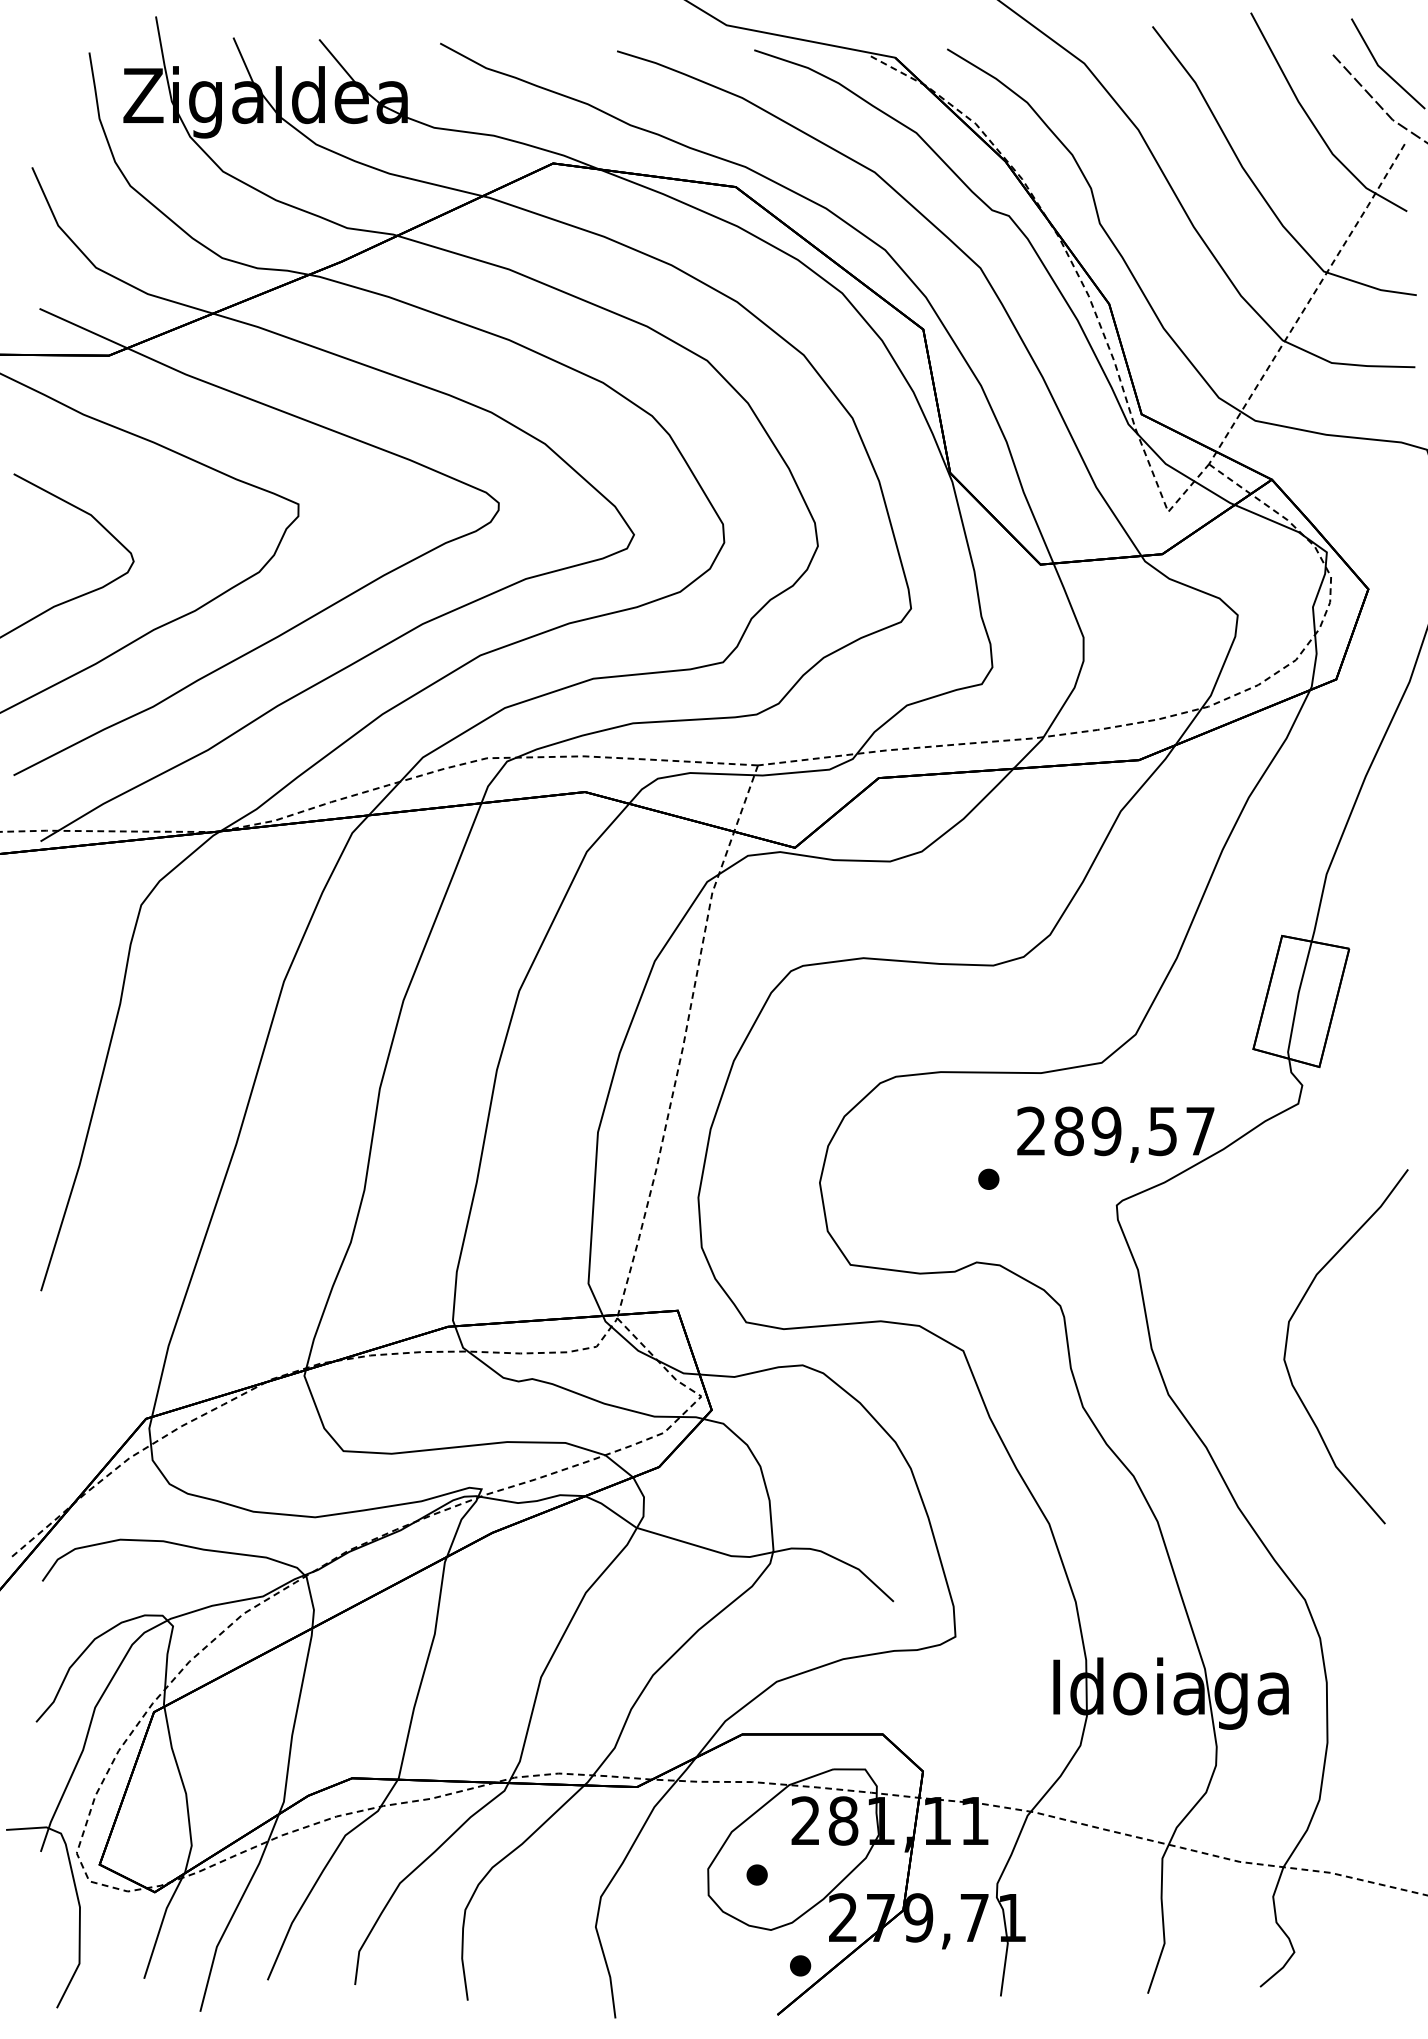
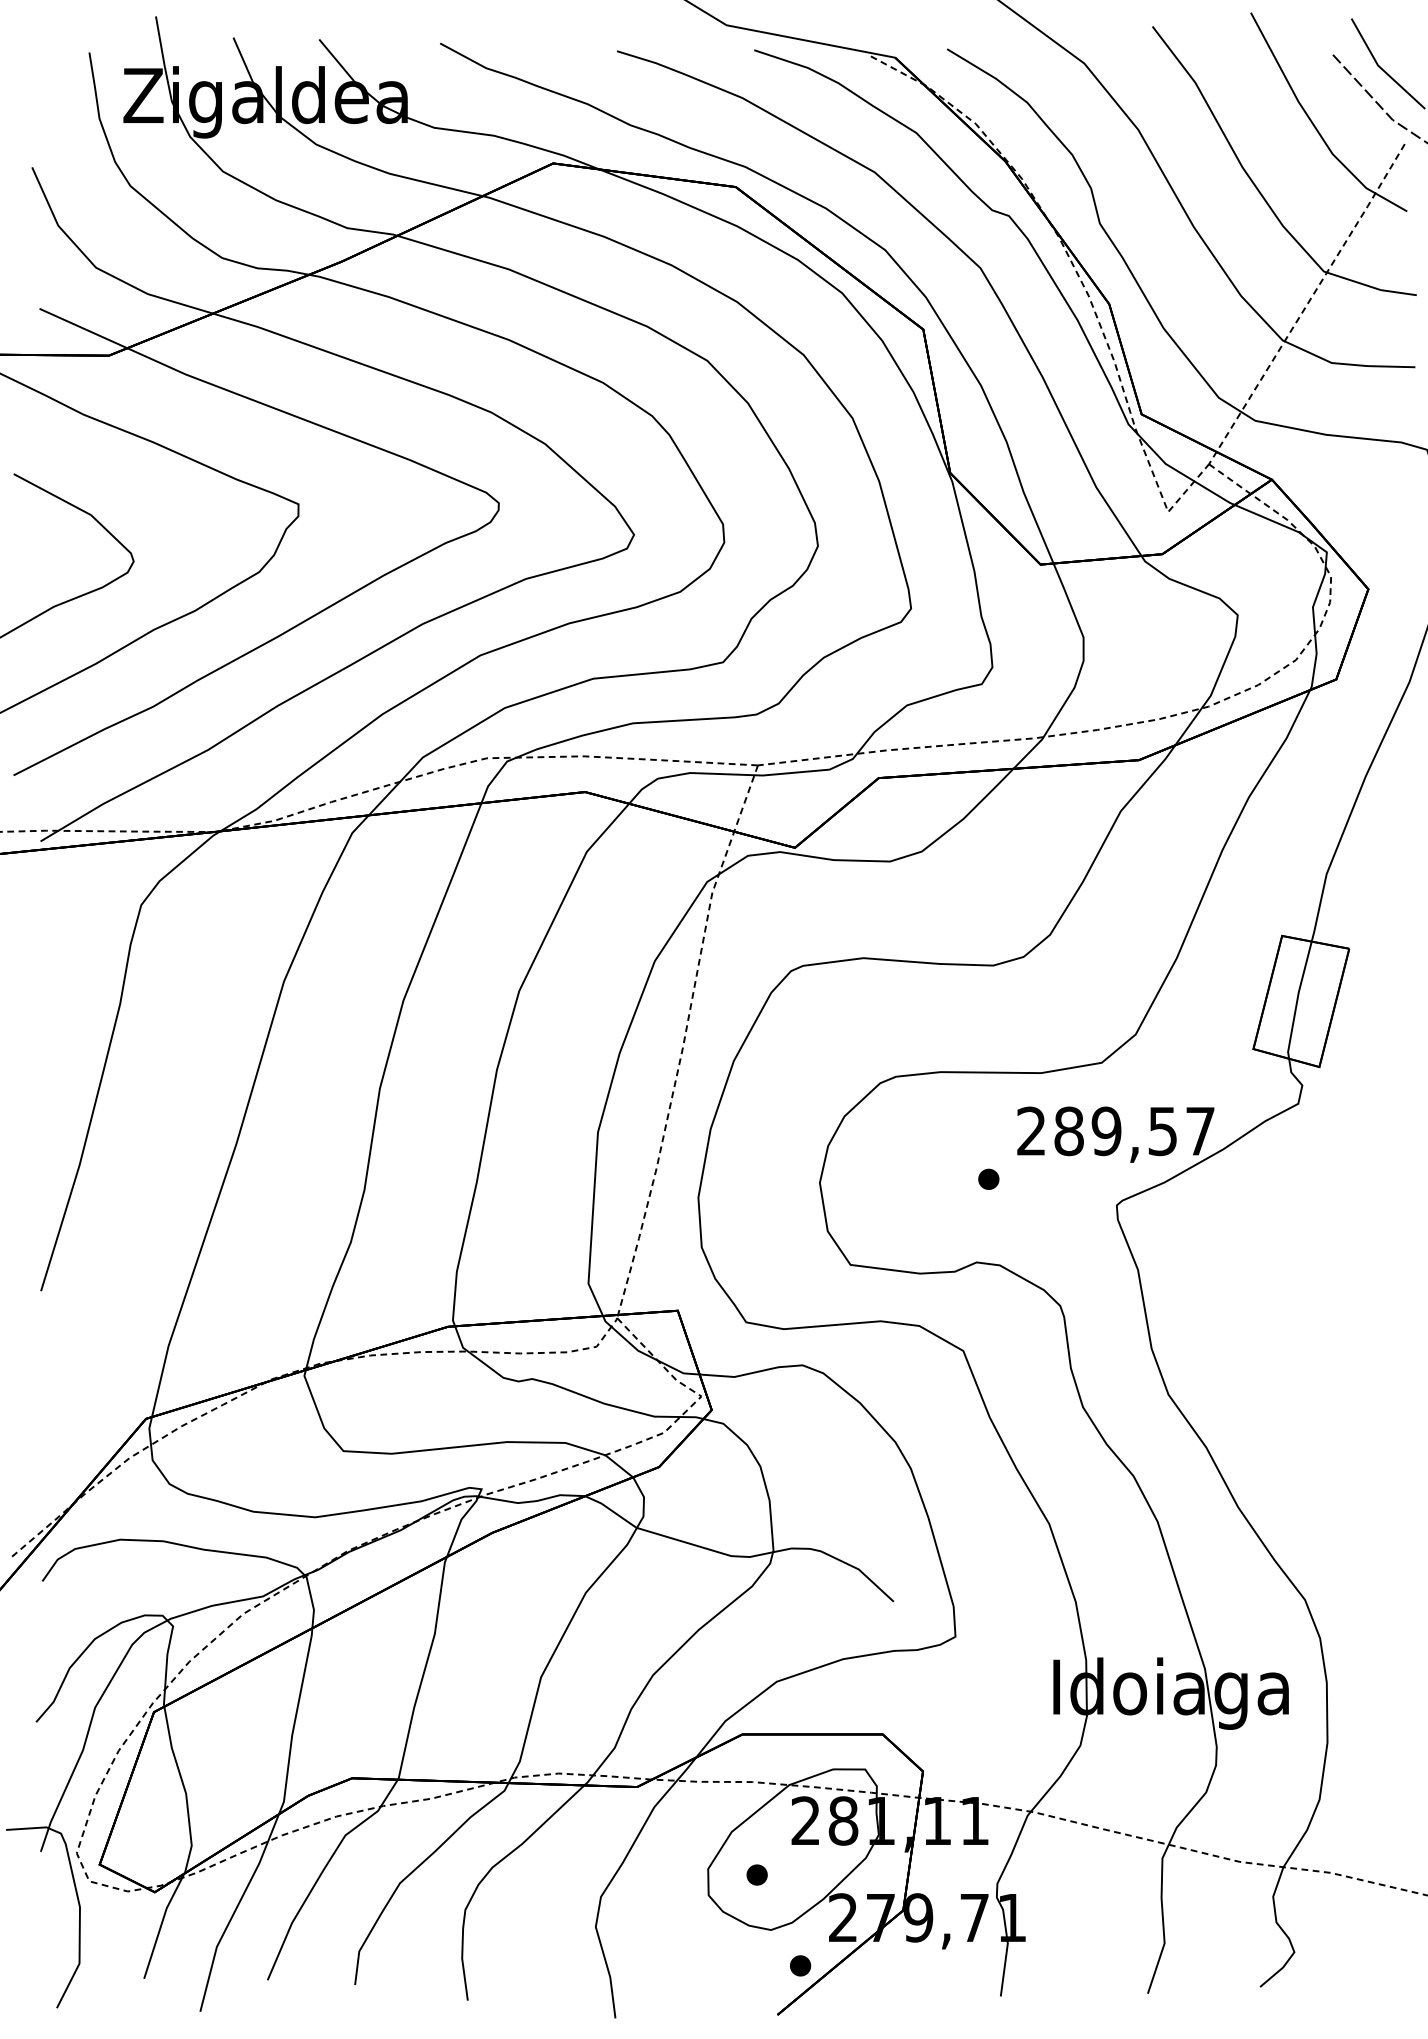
curve at (1287, 1344): present -> none
